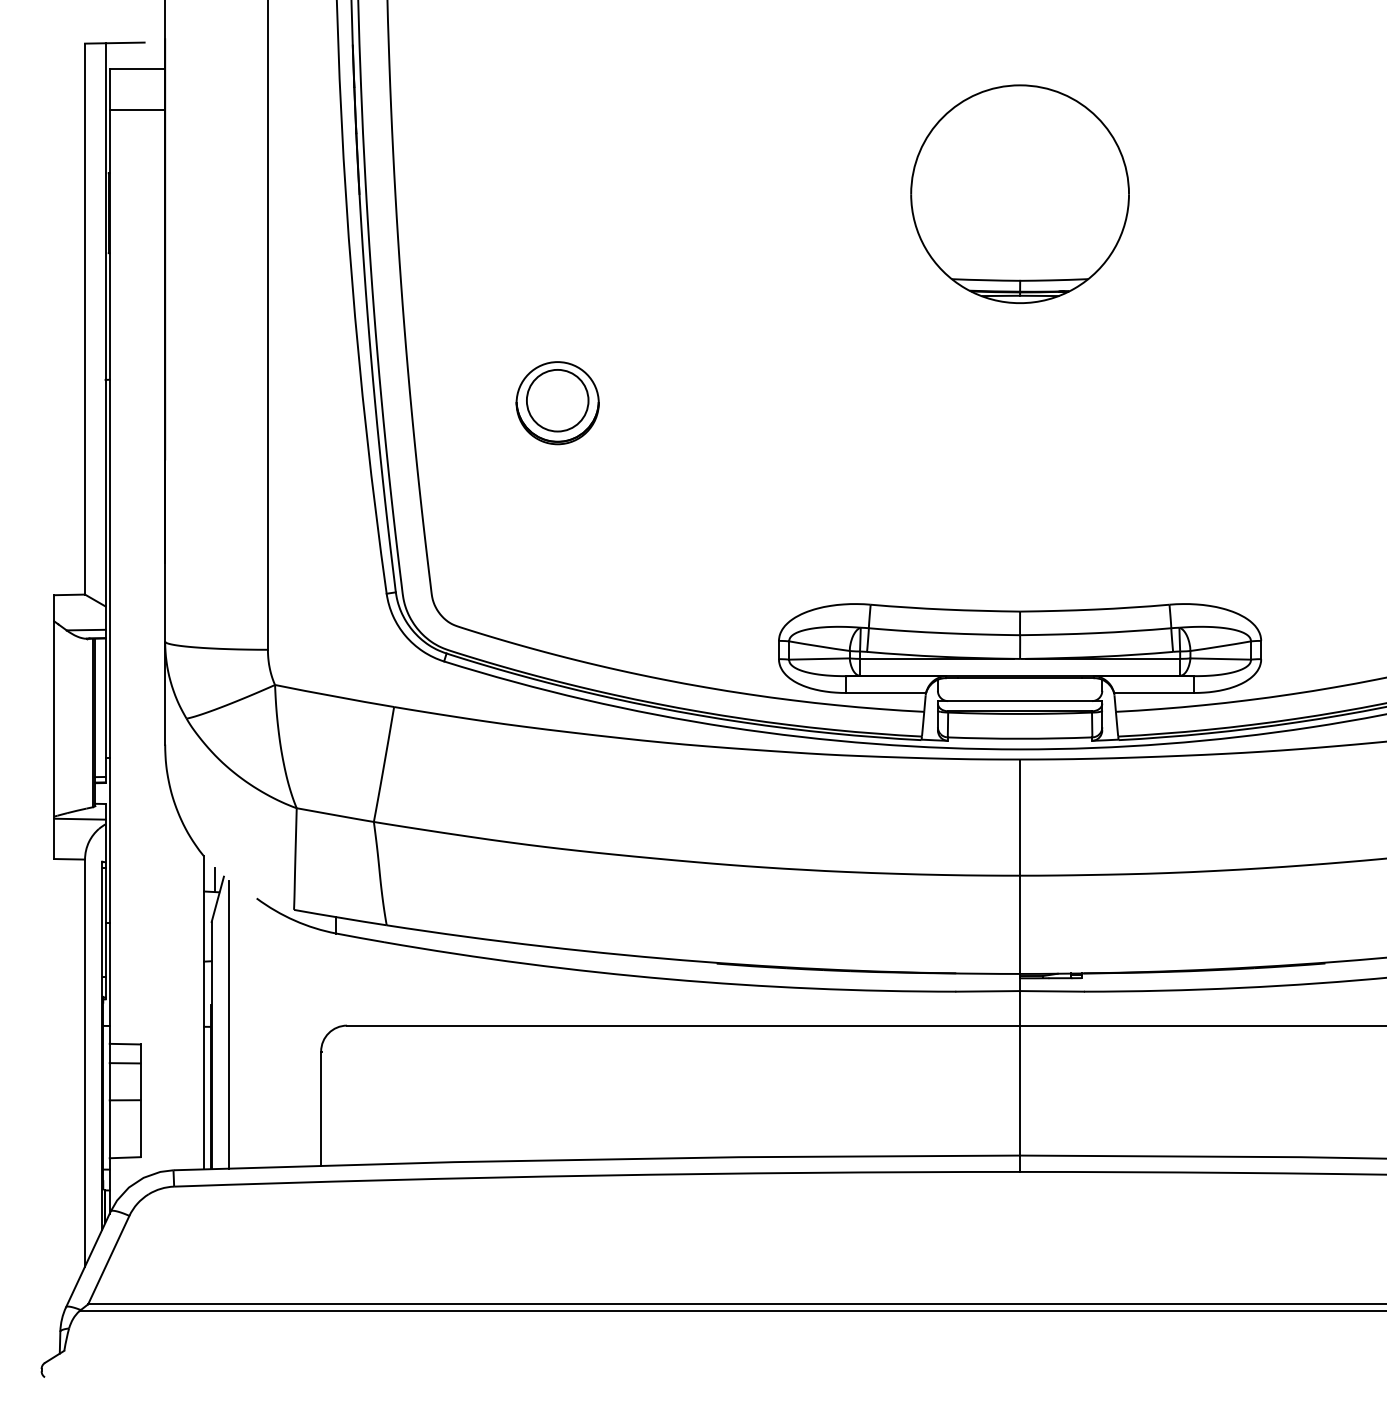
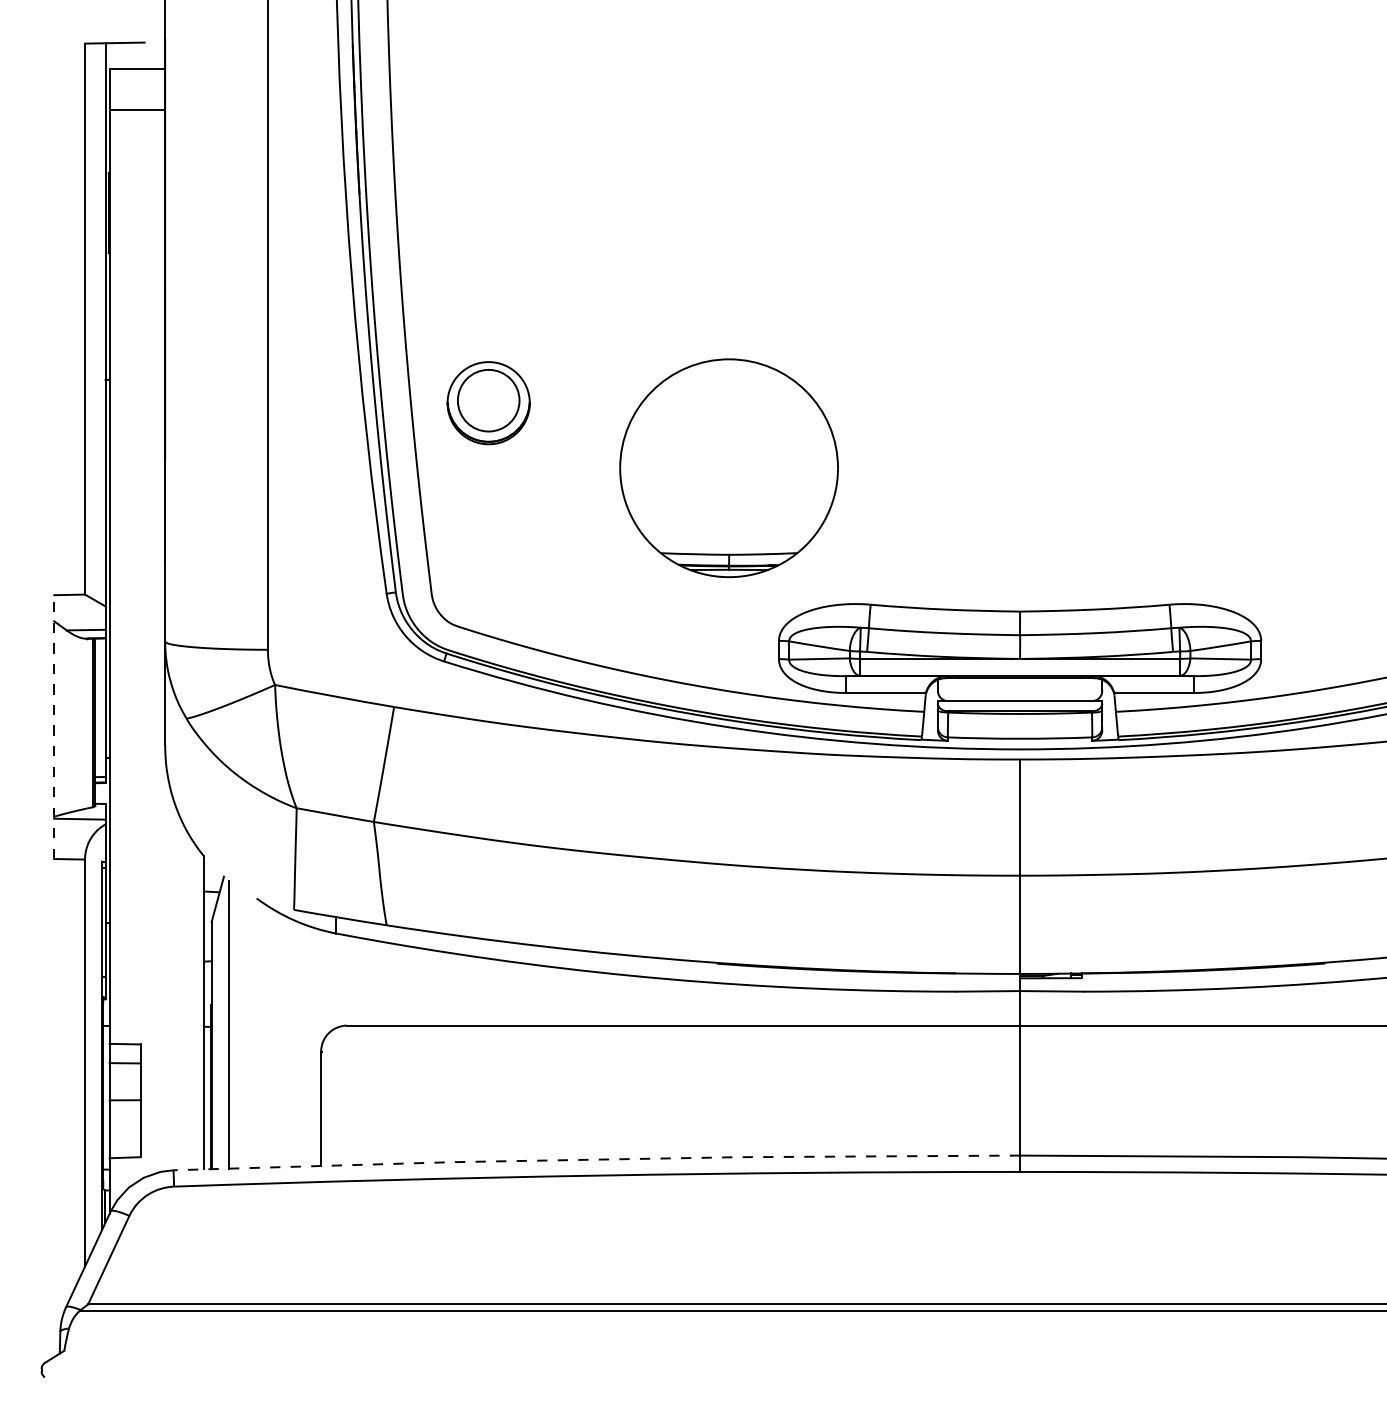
part at (1019, 193) position: (1019, 193) -> (728, 467)
part at (557, 403) position: (557, 403) -> (488, 403)
line at (54, 727): solid -> dashed
line at (214, 879): present -> none
line at (596, 1159): solid -> dashed
